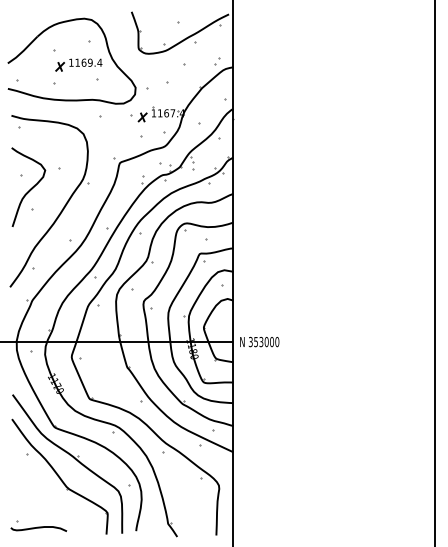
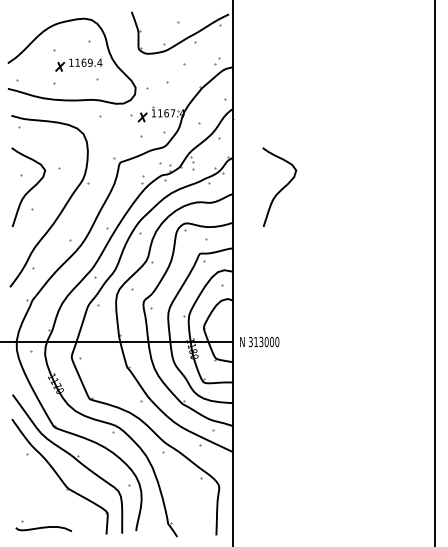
curve at (281, 188): none -> present
text at (255, 342): 353000 -> 313000
part at (38, 525) position: (38, 525) -> (43, 525)
